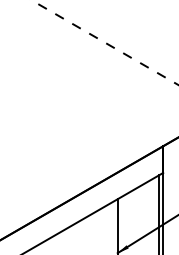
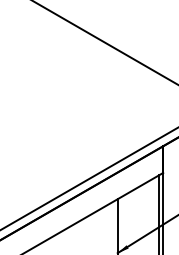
line at (105, 42): dashed -> solid
line at (88, 178): none -> present
